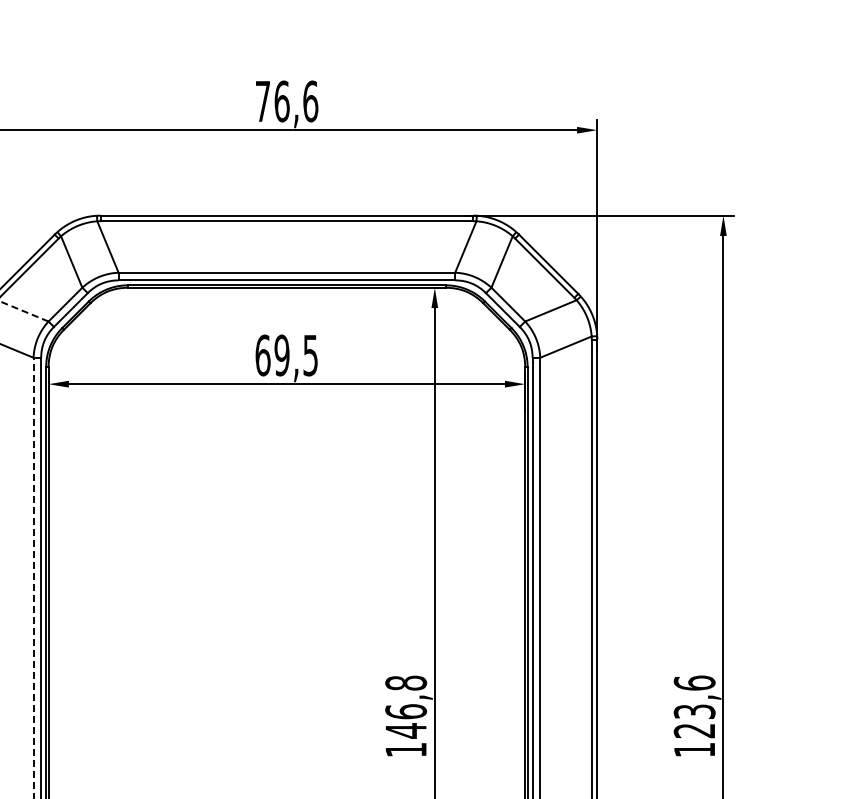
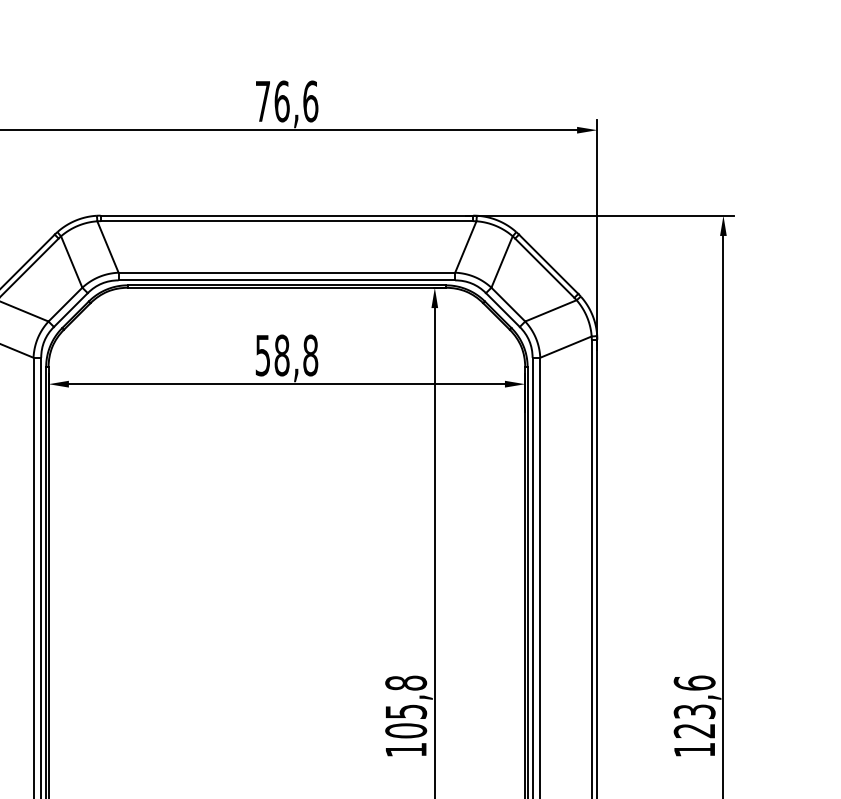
line at (24, 311): dashed -> solid
text at (286, 355): 69,5 -> 58,8
line at (33, 577): dashed -> solid
text at (406, 721): 146,8 -> 105,8
